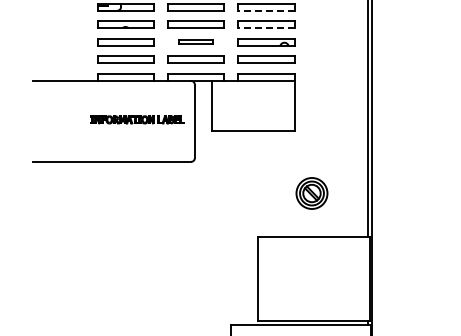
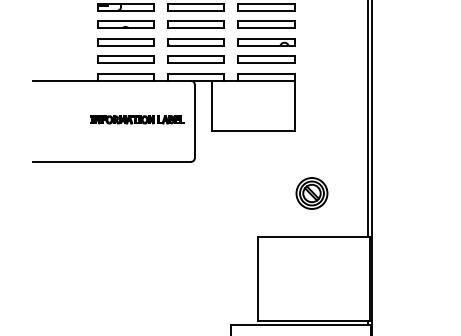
line at (265, 10): dashed -> solid
line at (265, 28): dashed -> solid
part at (195, 41) size: 36x6 px -> 58x9 px
